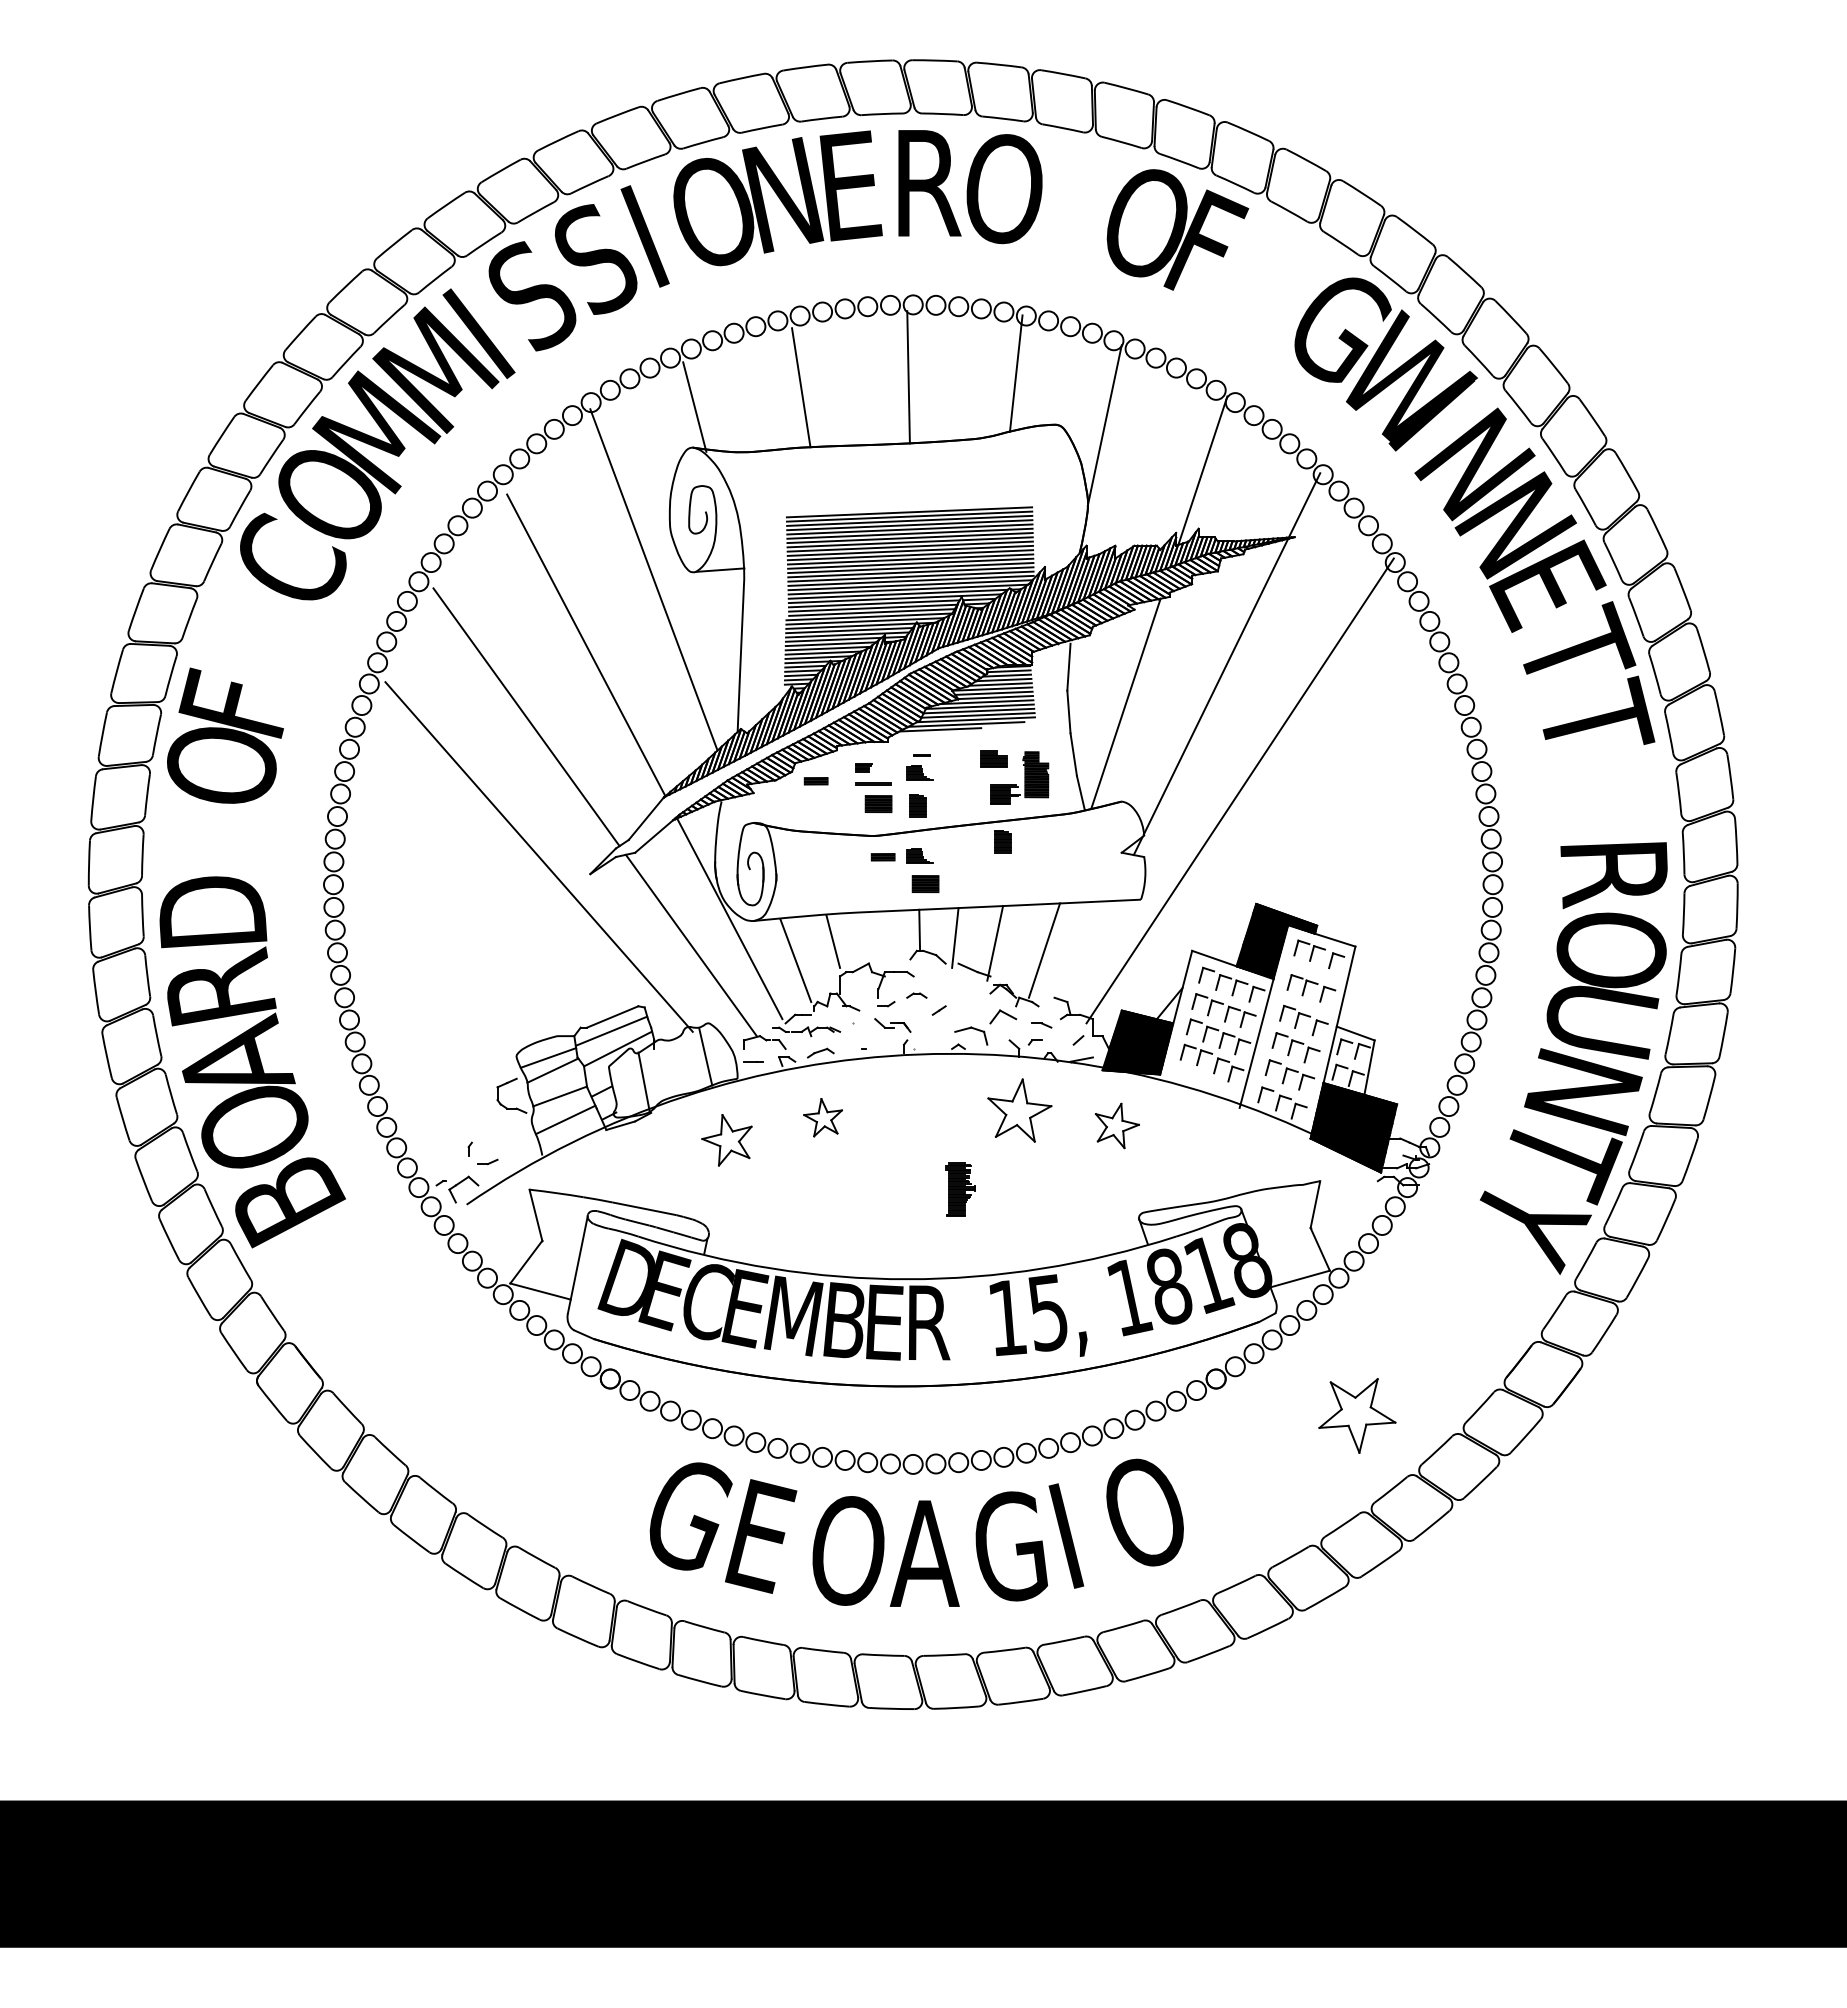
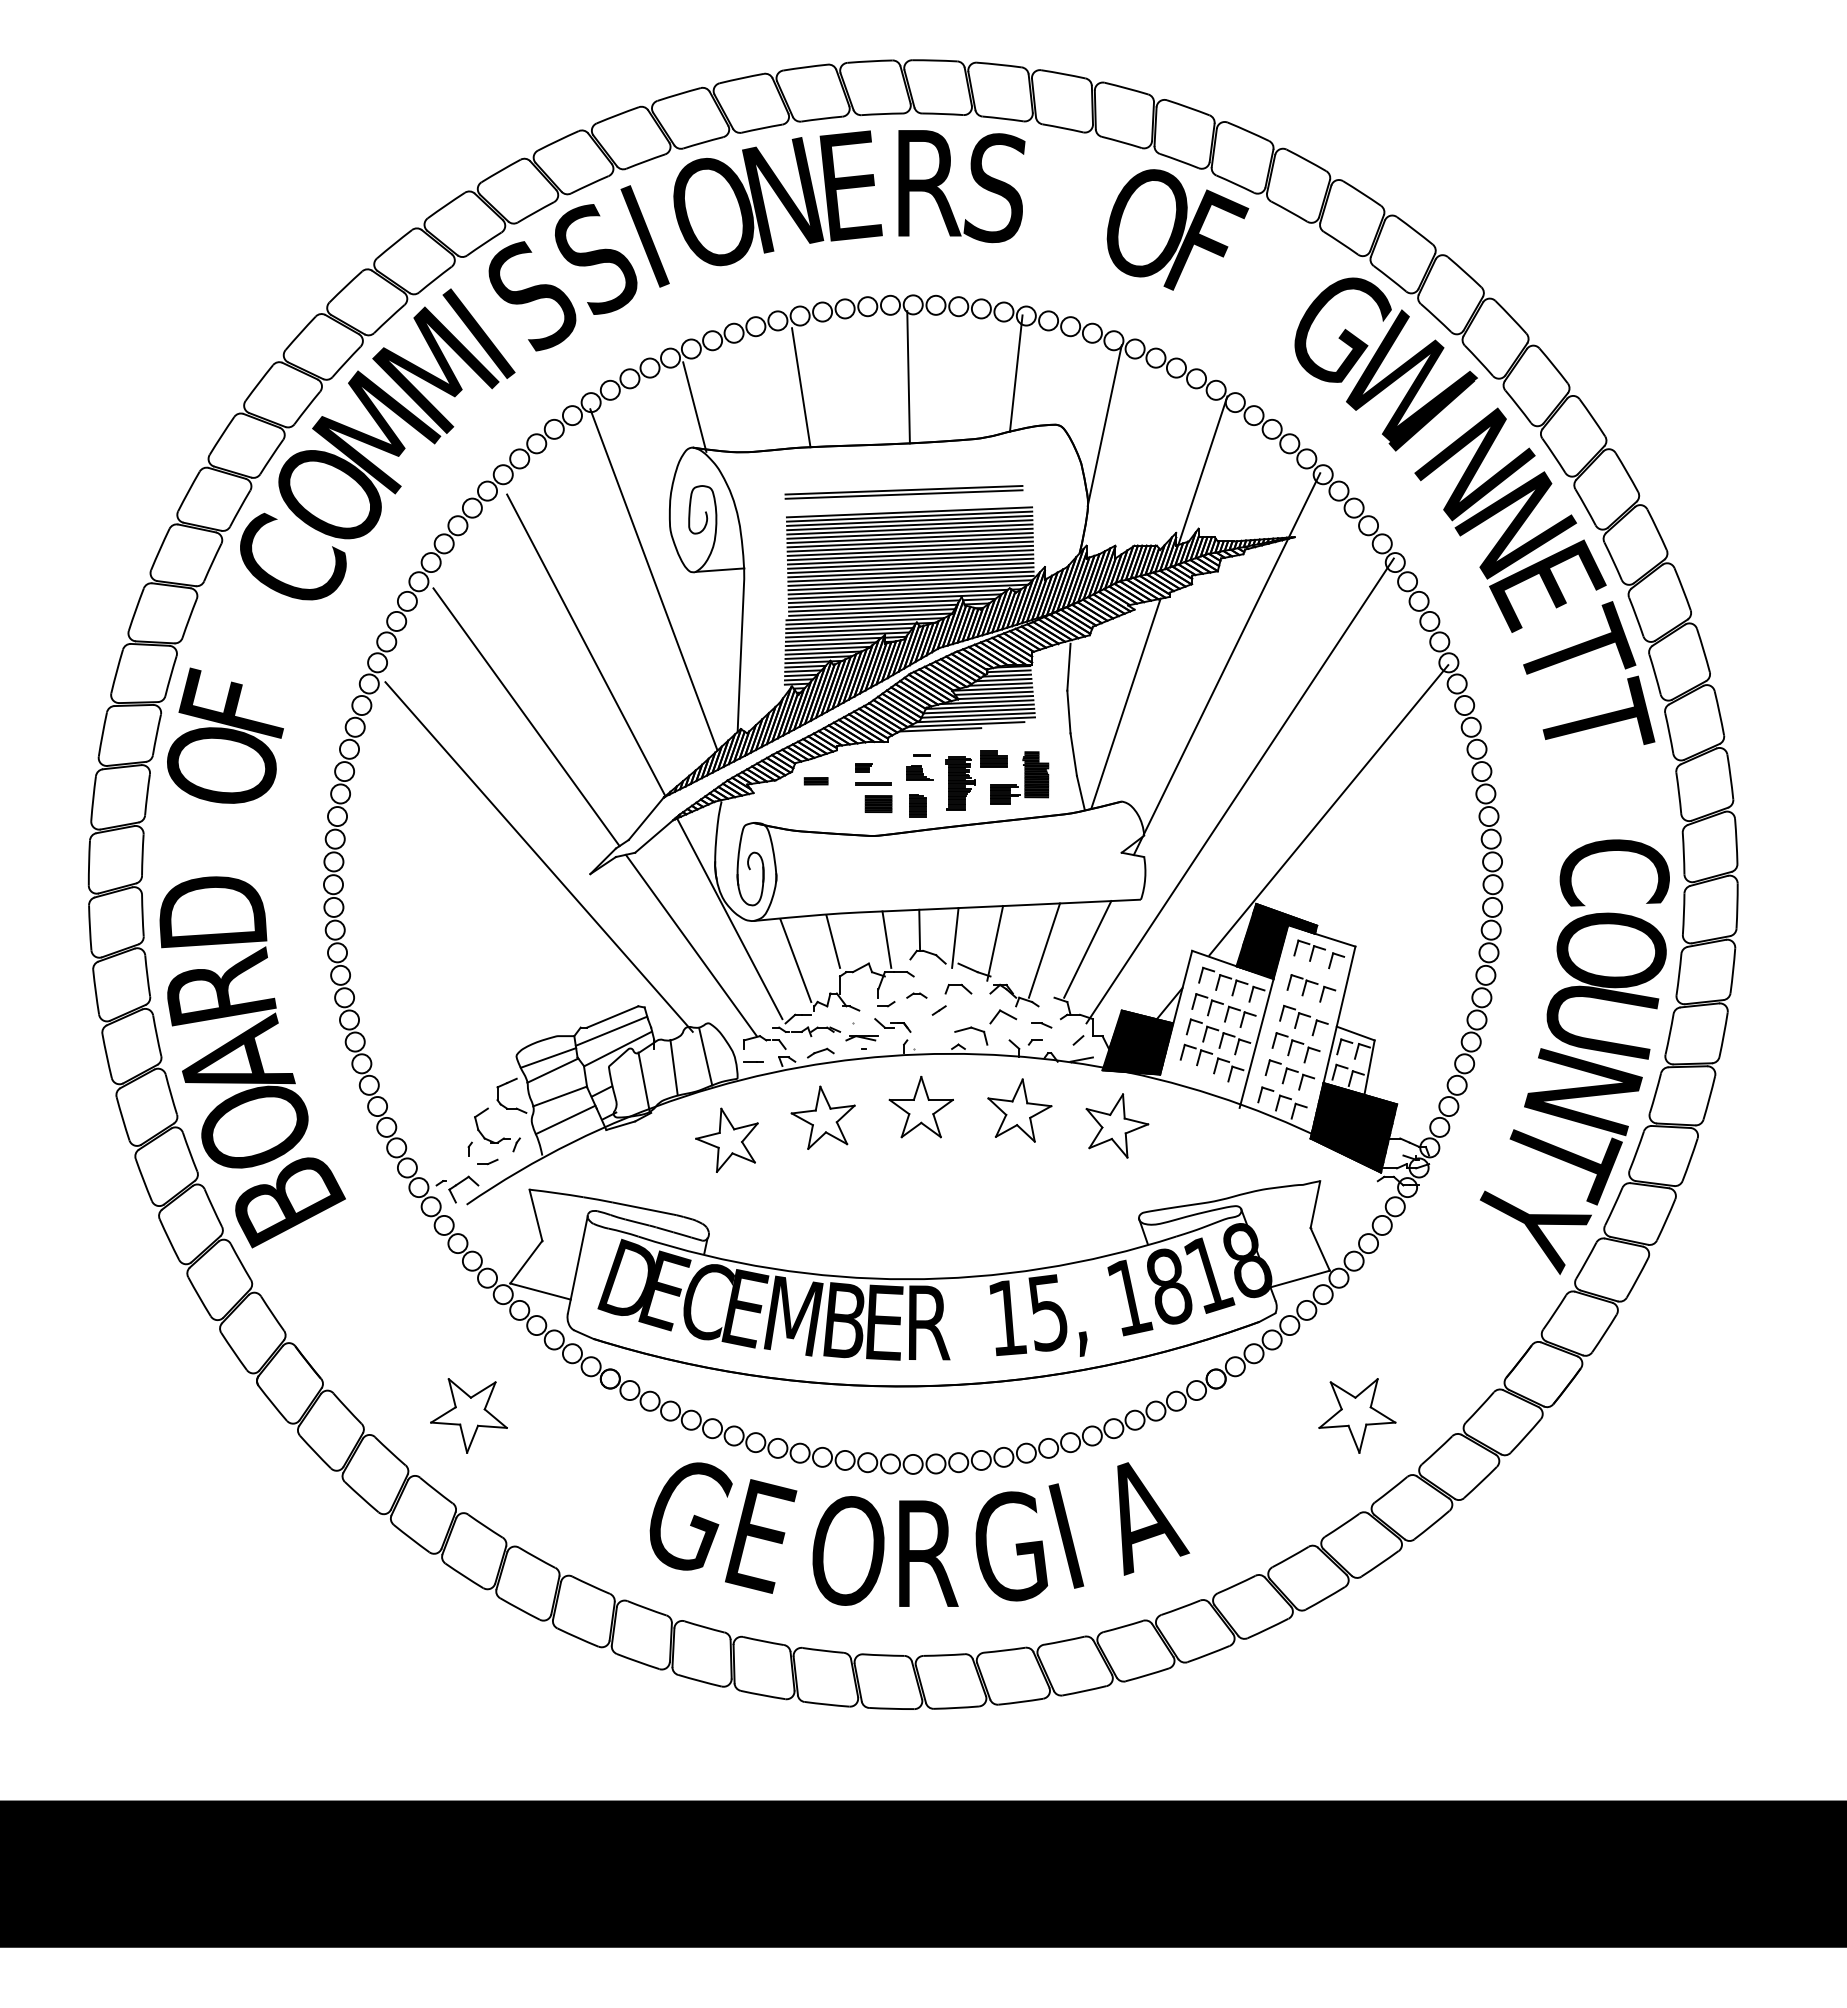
text at (1002, 188): O -> S
part at (903, 492): none -> present
line at (1328, 810): none -> present
part at (1002, 841): present -> none
part at (919, 855): present -> none
part at (882, 857): present -> none
text at (1614, 874): R -> C
part at (925, 884): present -> none
line at (886, 939): none -> present
line at (1087, 949): none -> present
part at (958, 988): none -> present
part at (861, 1038): none -> present
line at (673, 1067): none -> present
part at (920, 1106): none -> present
part at (822, 1117) size: 40x40 px -> 66x65 px
part at (1116, 1125) size: 46x48 px -> 65x66 px
part at (503, 1137): none -> present
part at (726, 1140) size: 52x53 px -> 64x66 px
part at (960, 1189) position: (960, 1189) -> (960, 783)
part at (468, 1415): none -> present
text at (1148, 1516): O -> A
text at (924, 1553): A -> R
